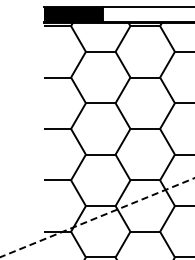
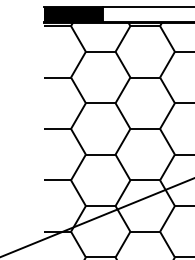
line at (97, 217): dashed -> solid
